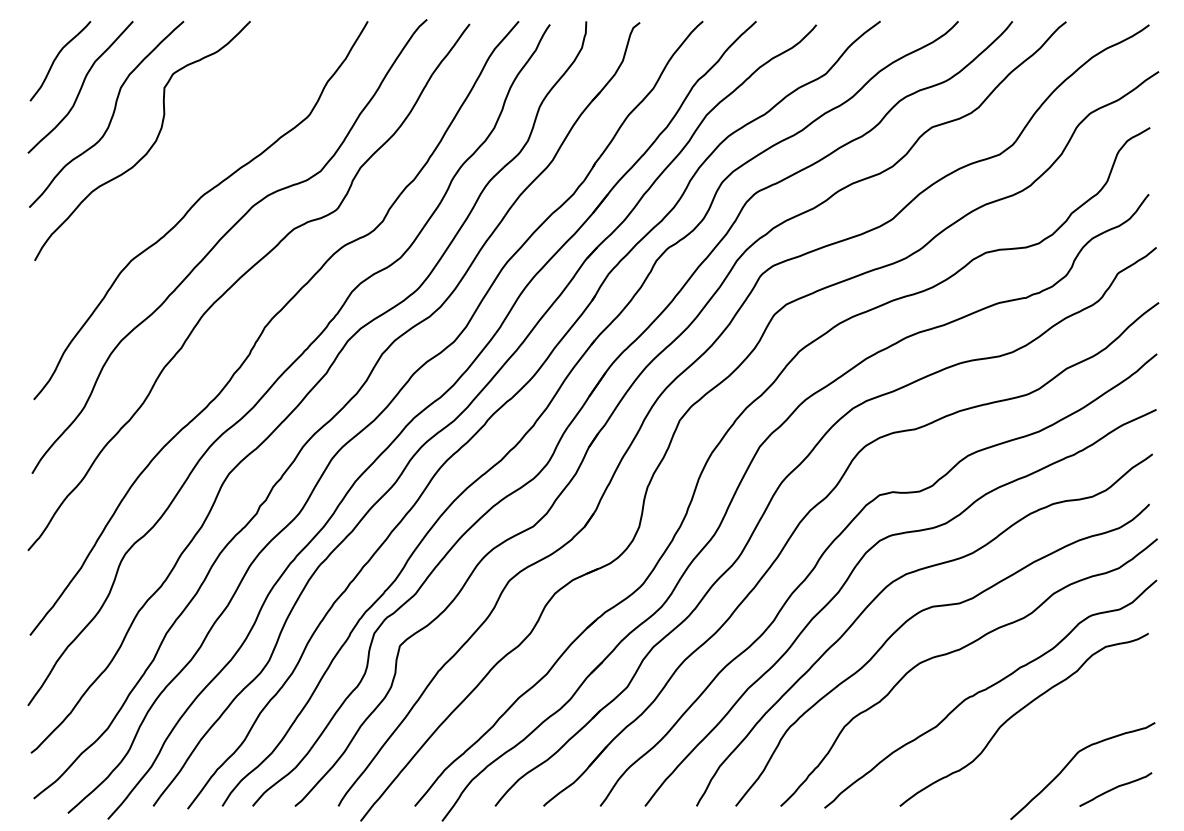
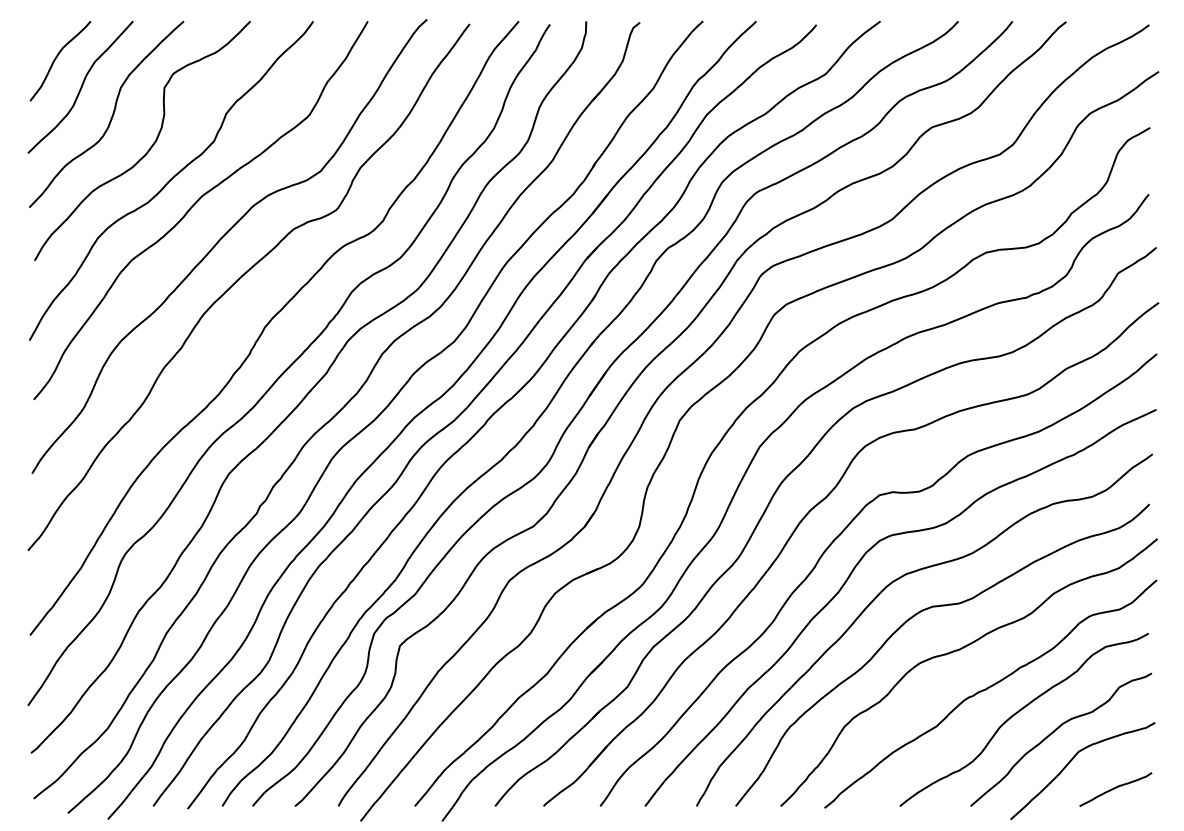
curve at (171, 180): none -> present
curve at (1054, 732): none -> present
